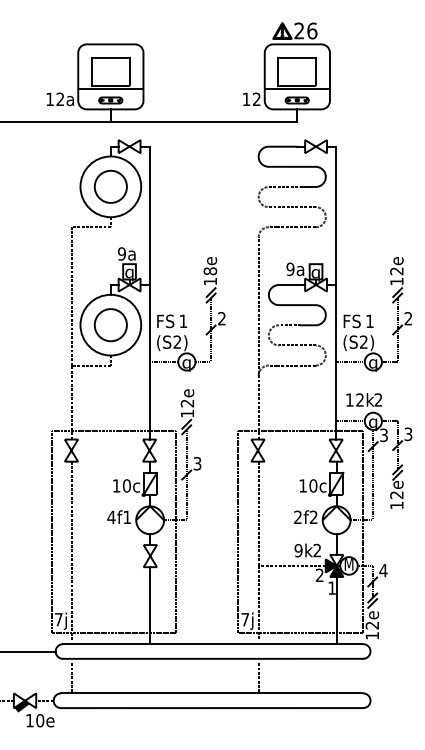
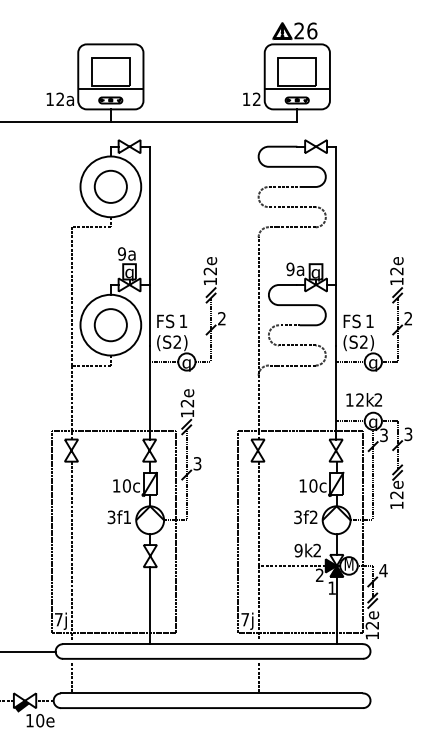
text at (210, 271): 18e -> 12e
text at (111, 517): 4f -> 3f
text at (297, 517): 2f -> 3f
